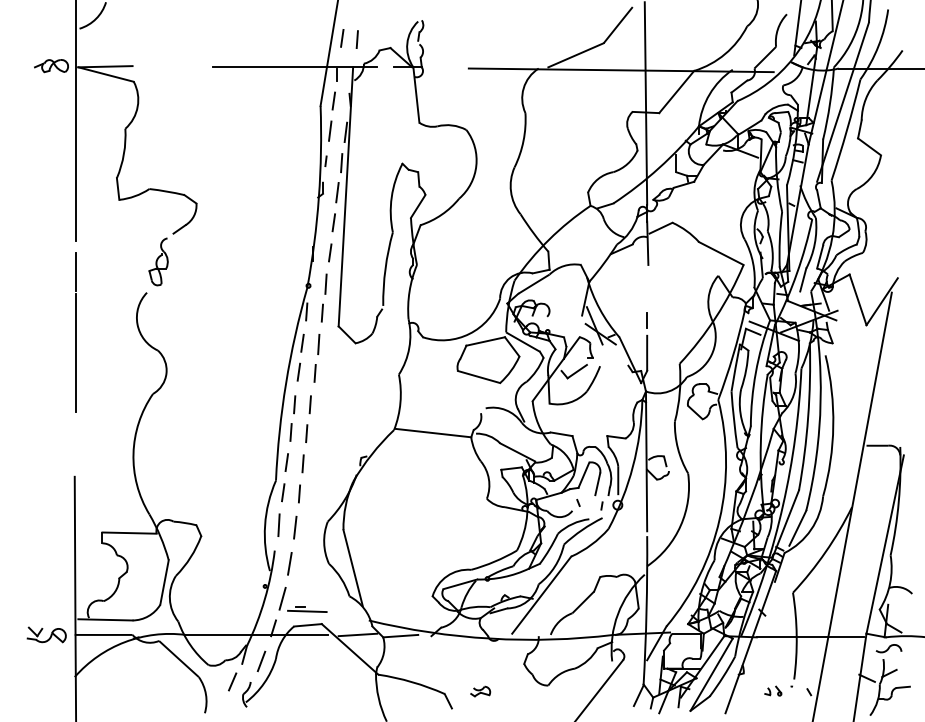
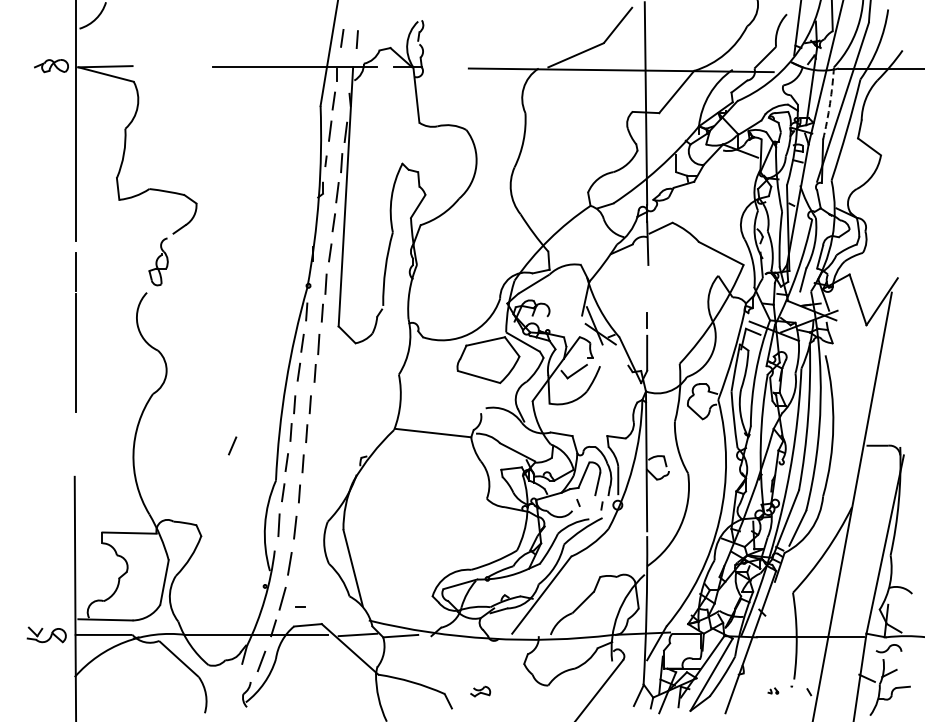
arc at (830, 103): solid -> dashed
line at (307, 611): present -> none
line at (232, 681) position: (232, 681) -> (232, 445)
part at (773, 690) size: 19x12 px -> 13x8 px
